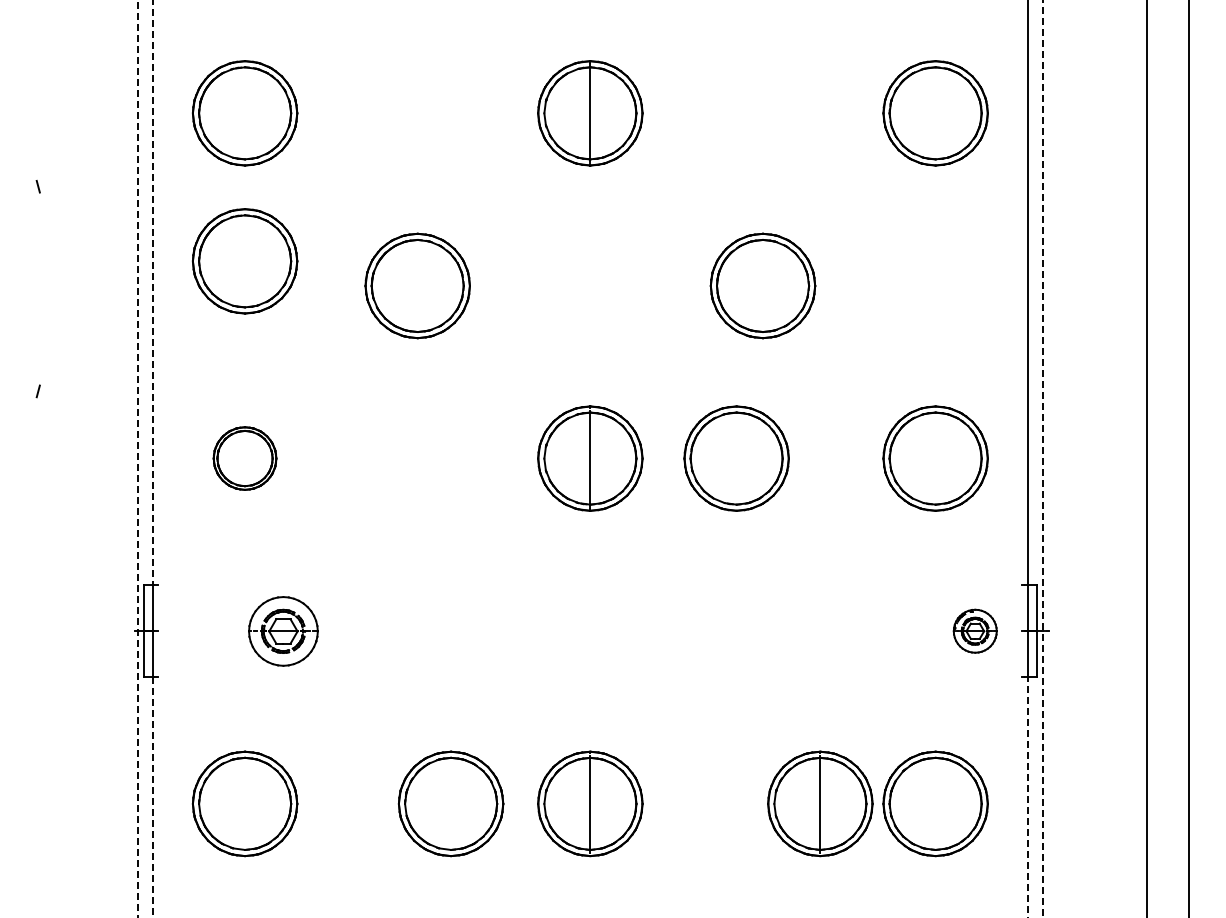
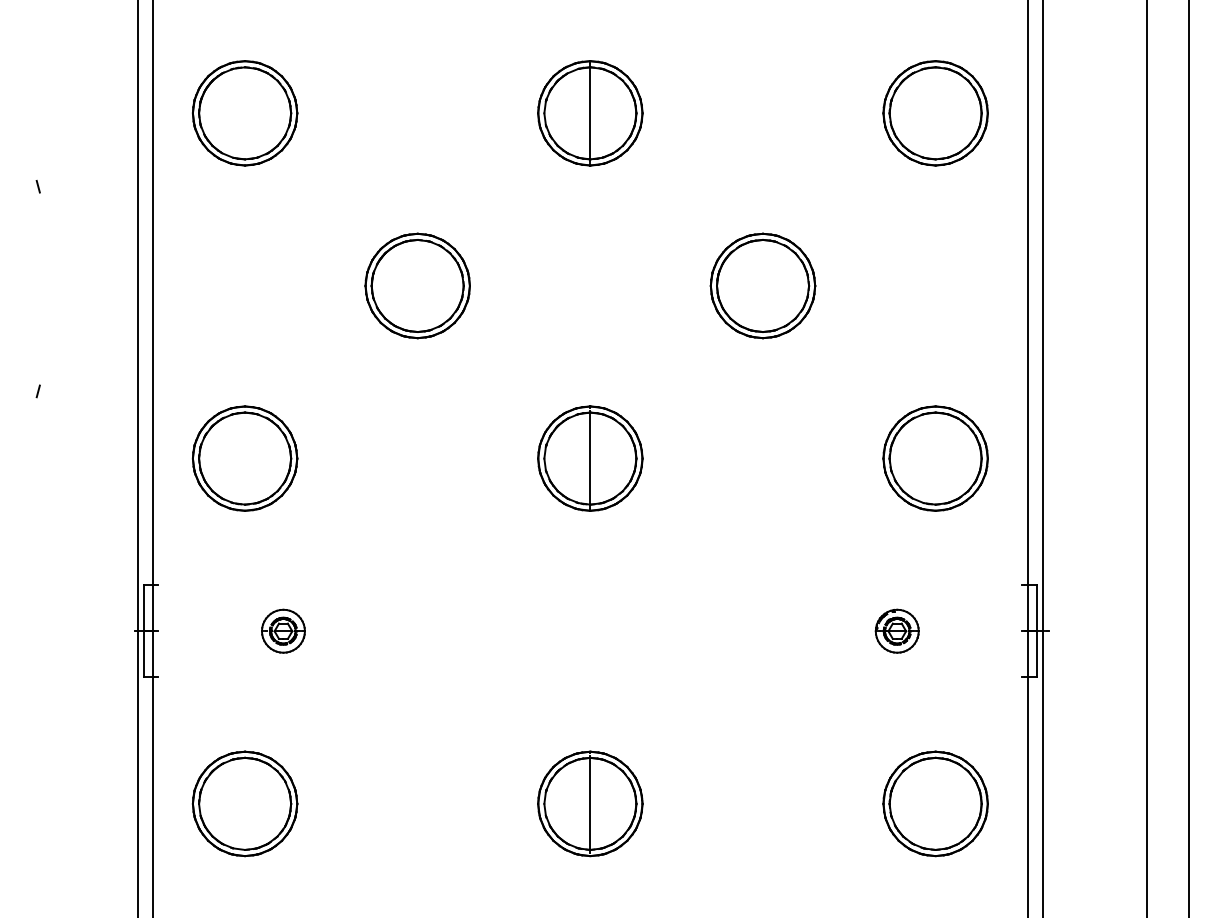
part at (244, 261): present -> none
line at (153, 293): dashed -> solid
line at (137, 458): dashed -> solid
part at (244, 458) size: 66x65 px -> 108x107 px
part at (736, 458): present -> none
line at (1043, 459): dashed -> solid
part at (974, 630) position: (974, 630) -> (896, 630)
part at (283, 631) size: 71x71 px -> 45x46 px
line at (153, 797): dashed -> solid
line at (1027, 797): dashed -> solid
part at (450, 803): present -> none
part at (820, 803): present -> none
